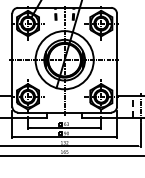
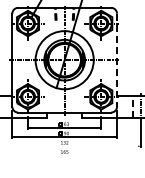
line at (117, 60): solid -> dashed
line at (69, 146): present -> none
line at (71, 155): present -> none
